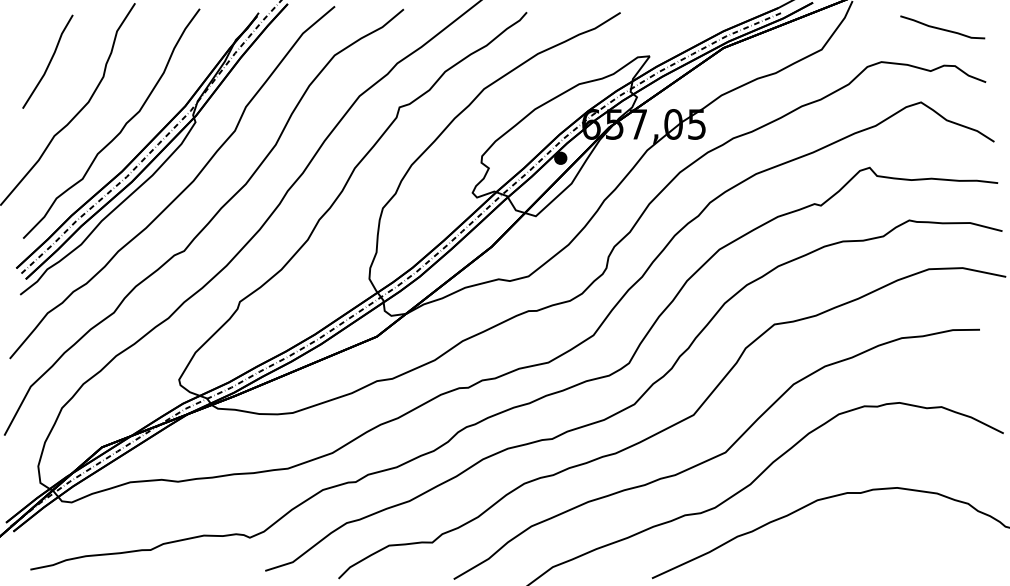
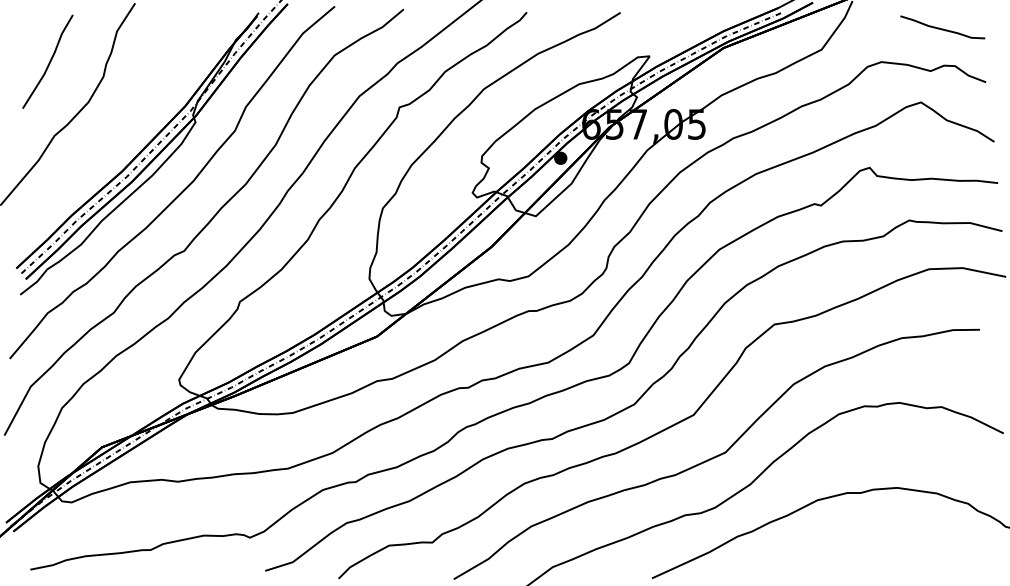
curve at (121, 128): present -> none
